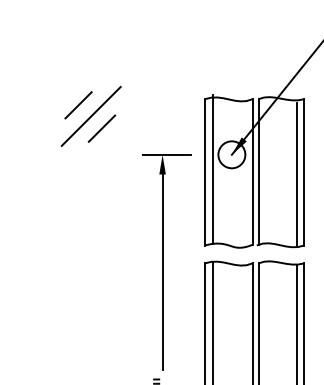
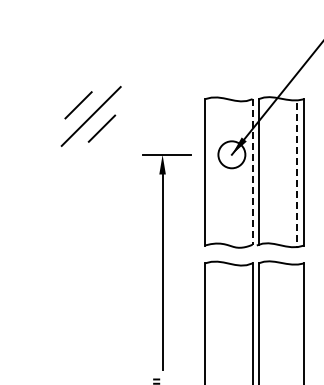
line at (212, 169): present -> none
line at (252, 172): solid -> dashed
line at (296, 175): solid -> dashed
line at (212, 321): present -> none
line at (296, 322): present -> none
